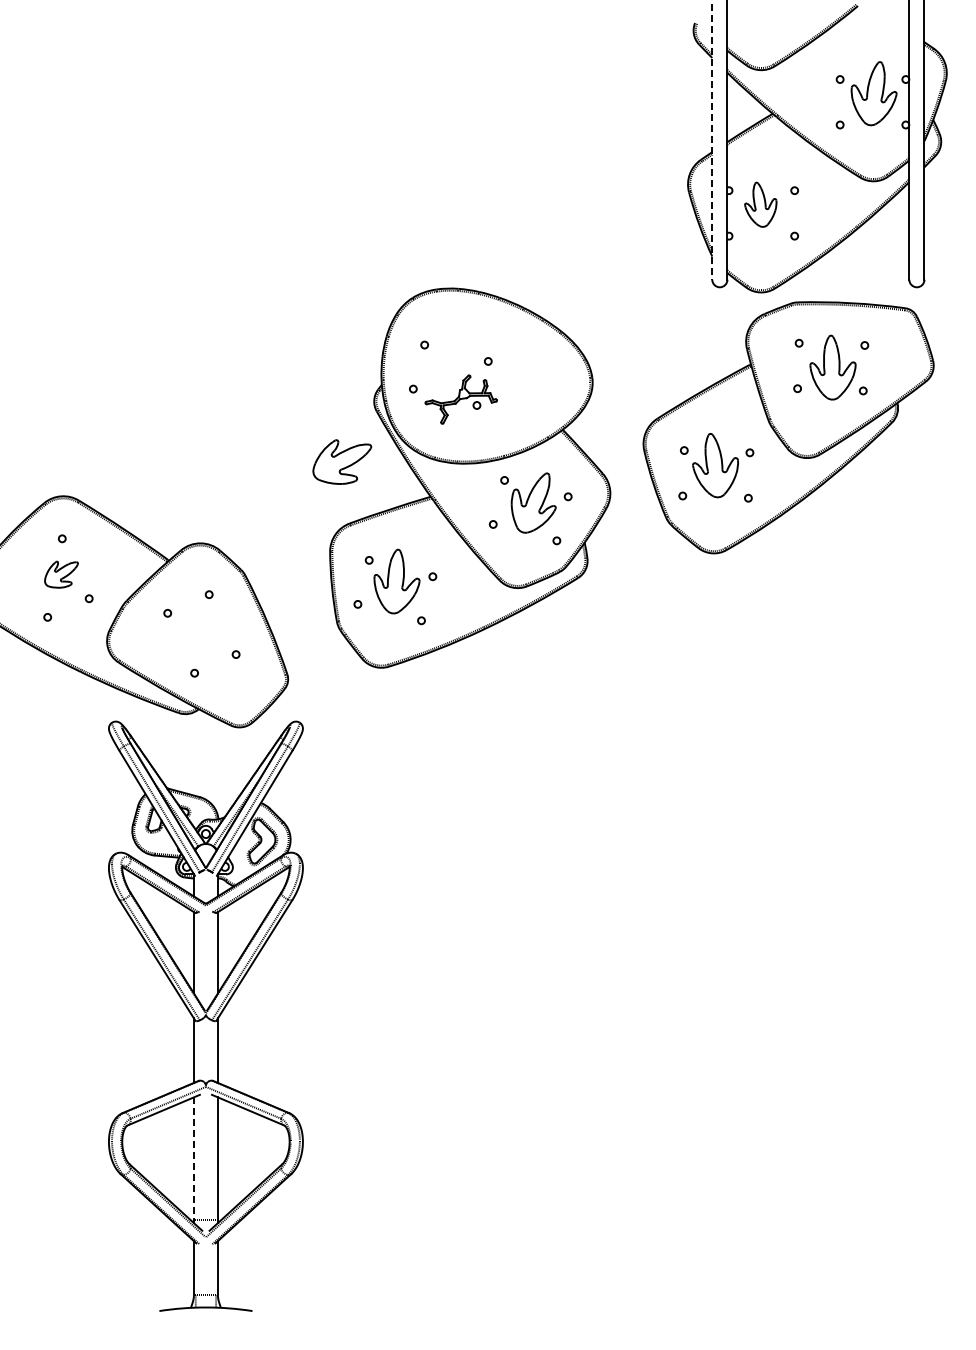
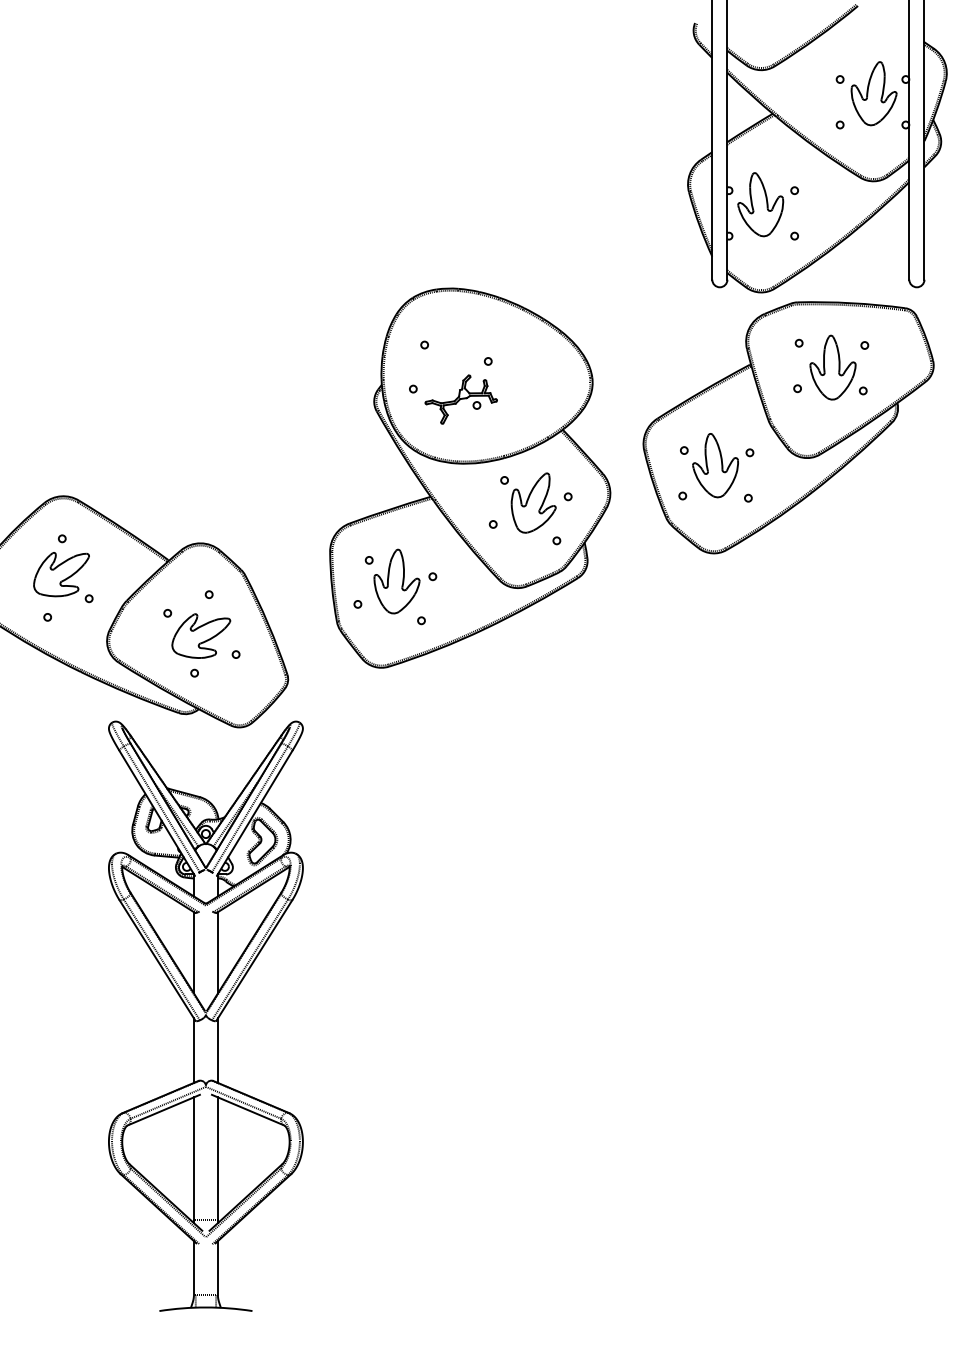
line at (712, 140): dashed -> solid
part at (760, 204) size: 34x47 px -> 48x66 px
part at (342, 461) position: (342, 461) -> (201, 635)
part at (61, 574) size: 35x29 px -> 57x46 px
line at (193, 1159): dashed -> solid
